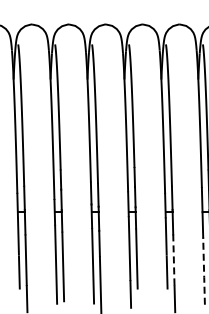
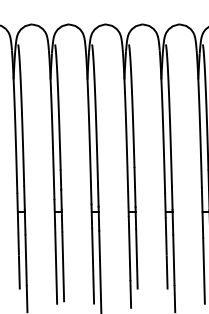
line at (173, 260): dashed -> solid
line at (204, 270): dashed -> solid
